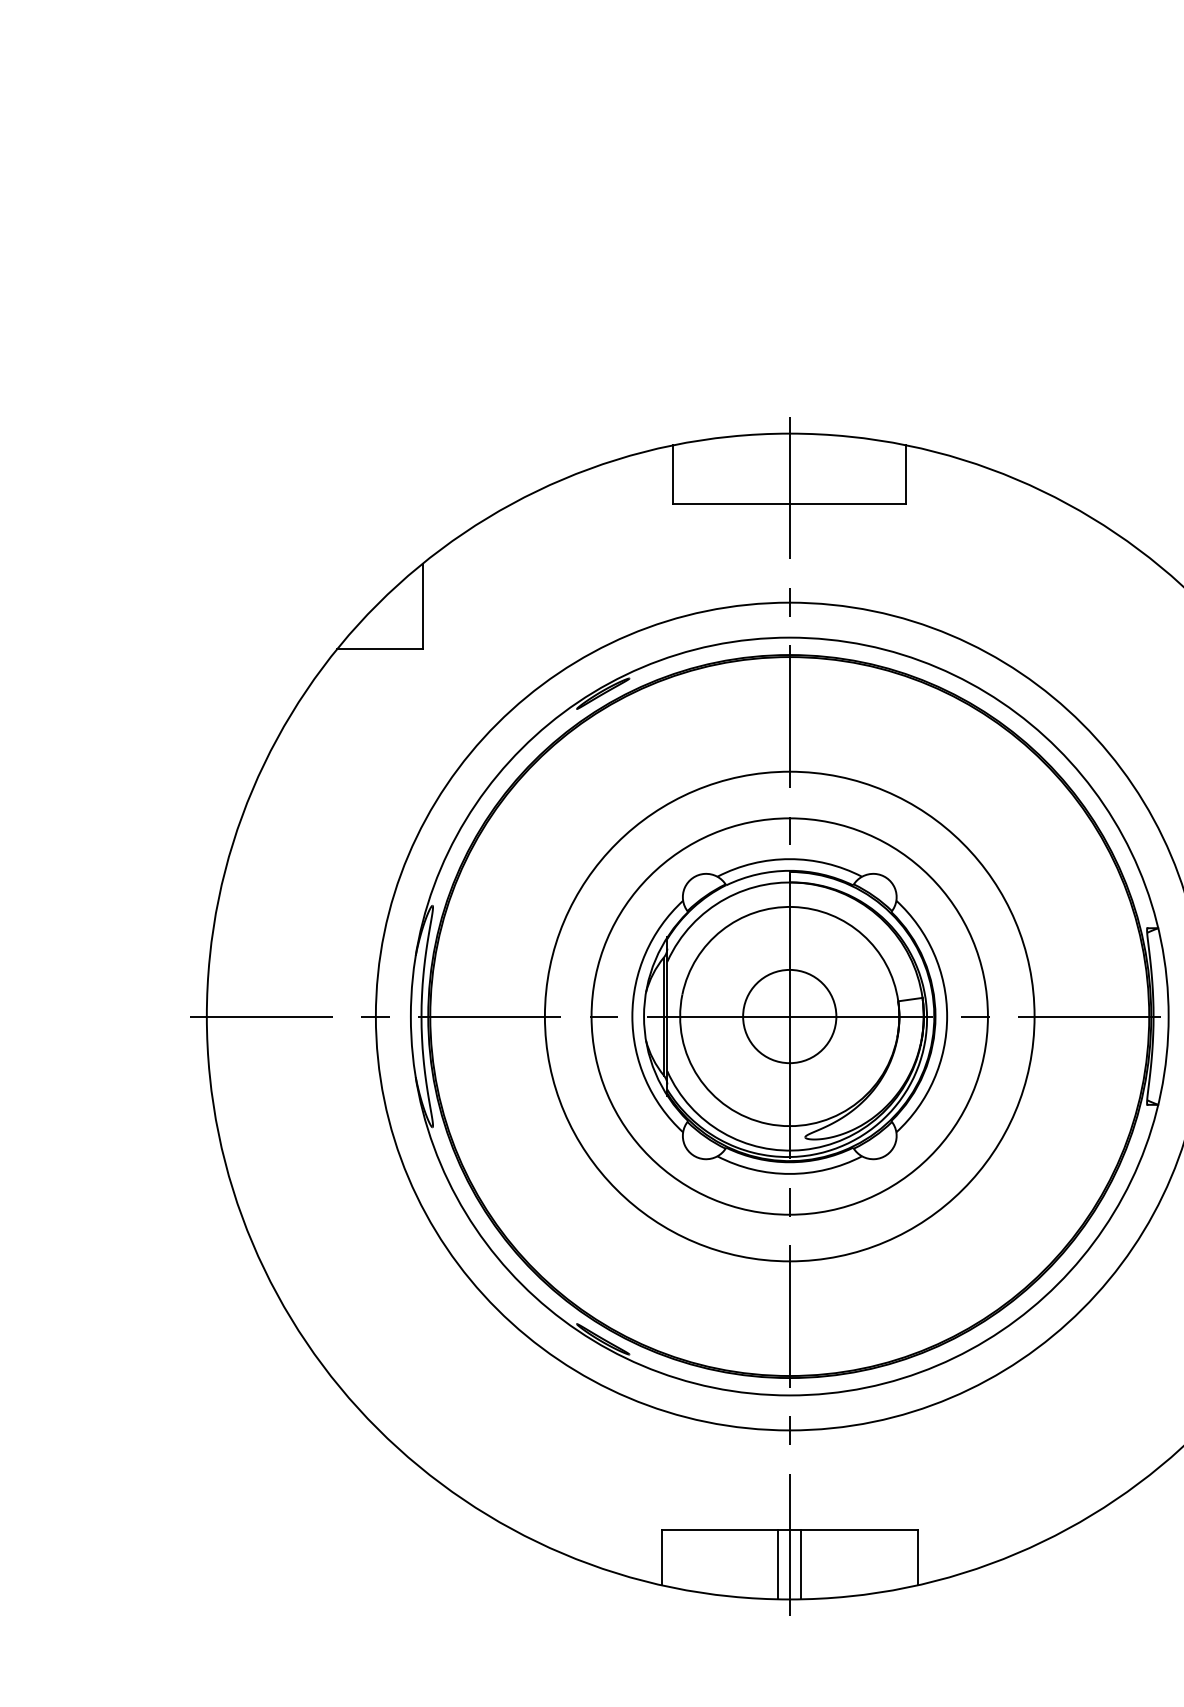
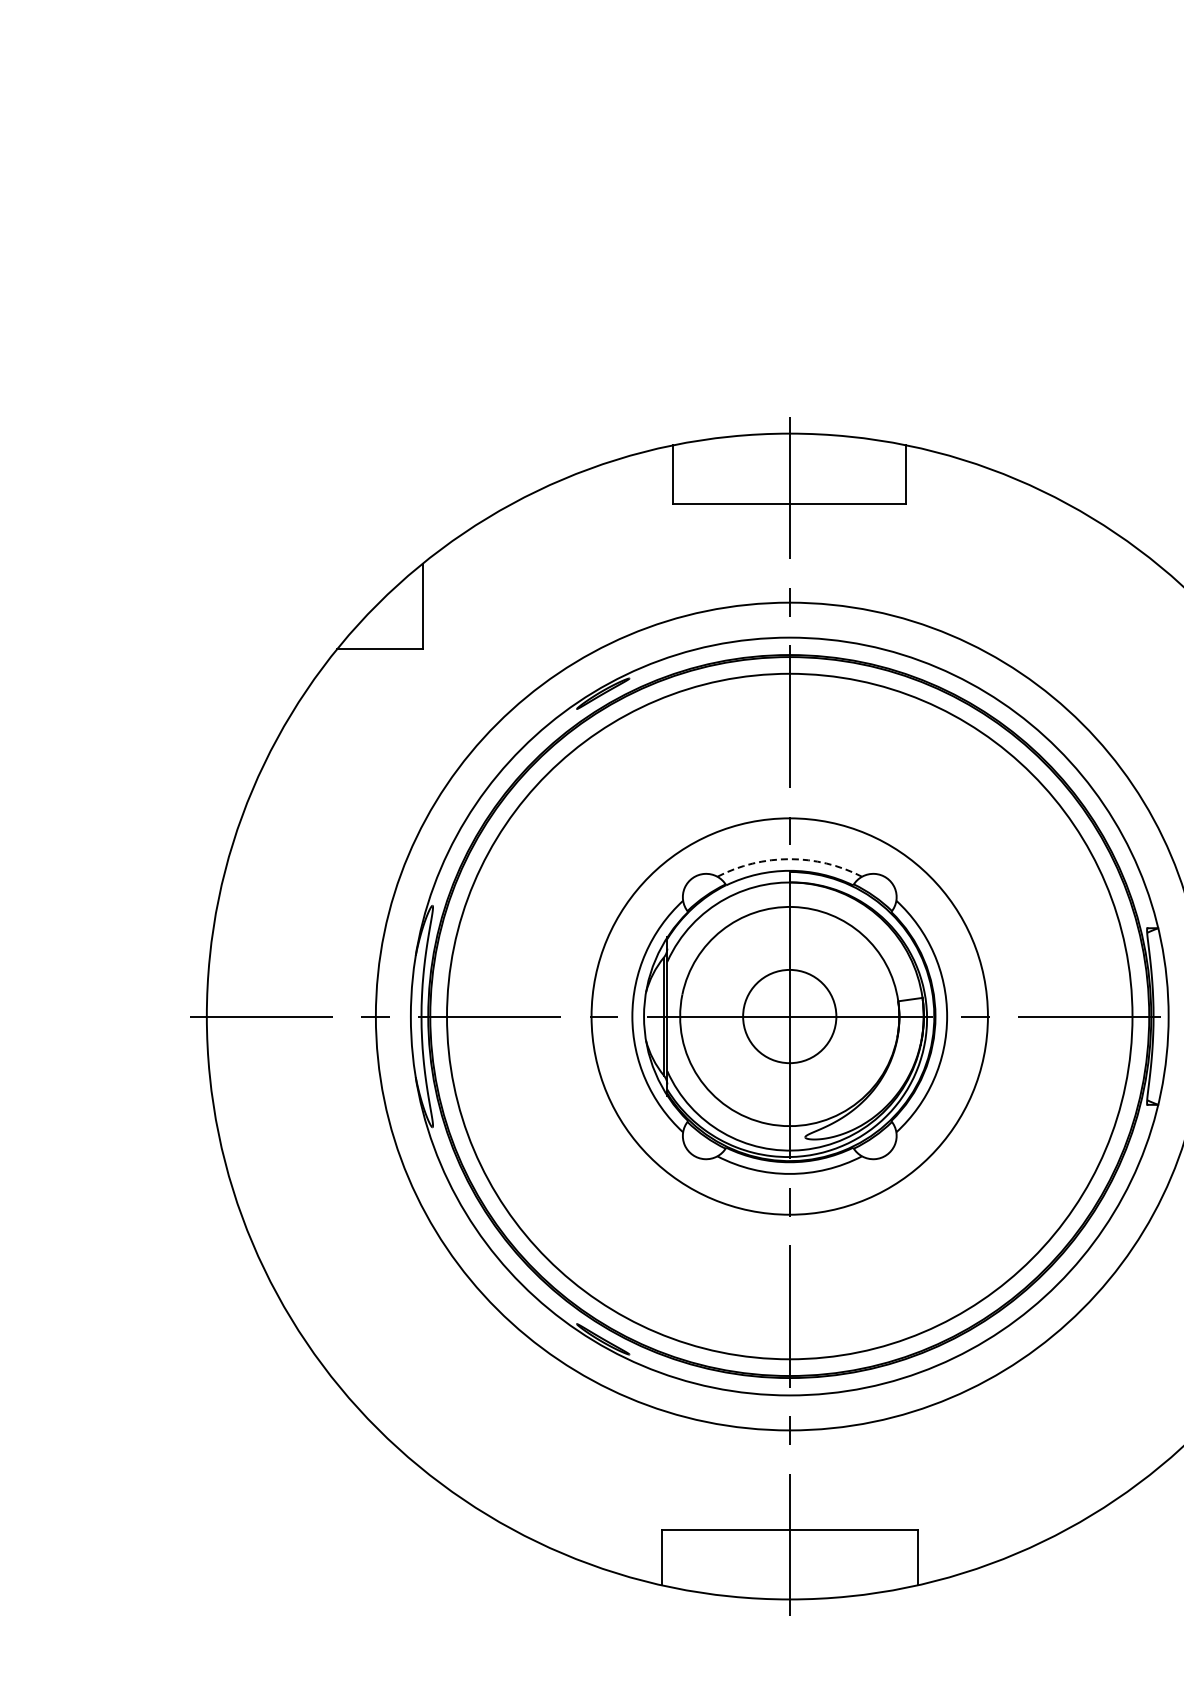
arc at (789, 859): solid -> dashed
circle at (789, 1016) diameter: 490 px -> 686 px
line at (778, 1564): present -> none
line at (801, 1564): present -> none
